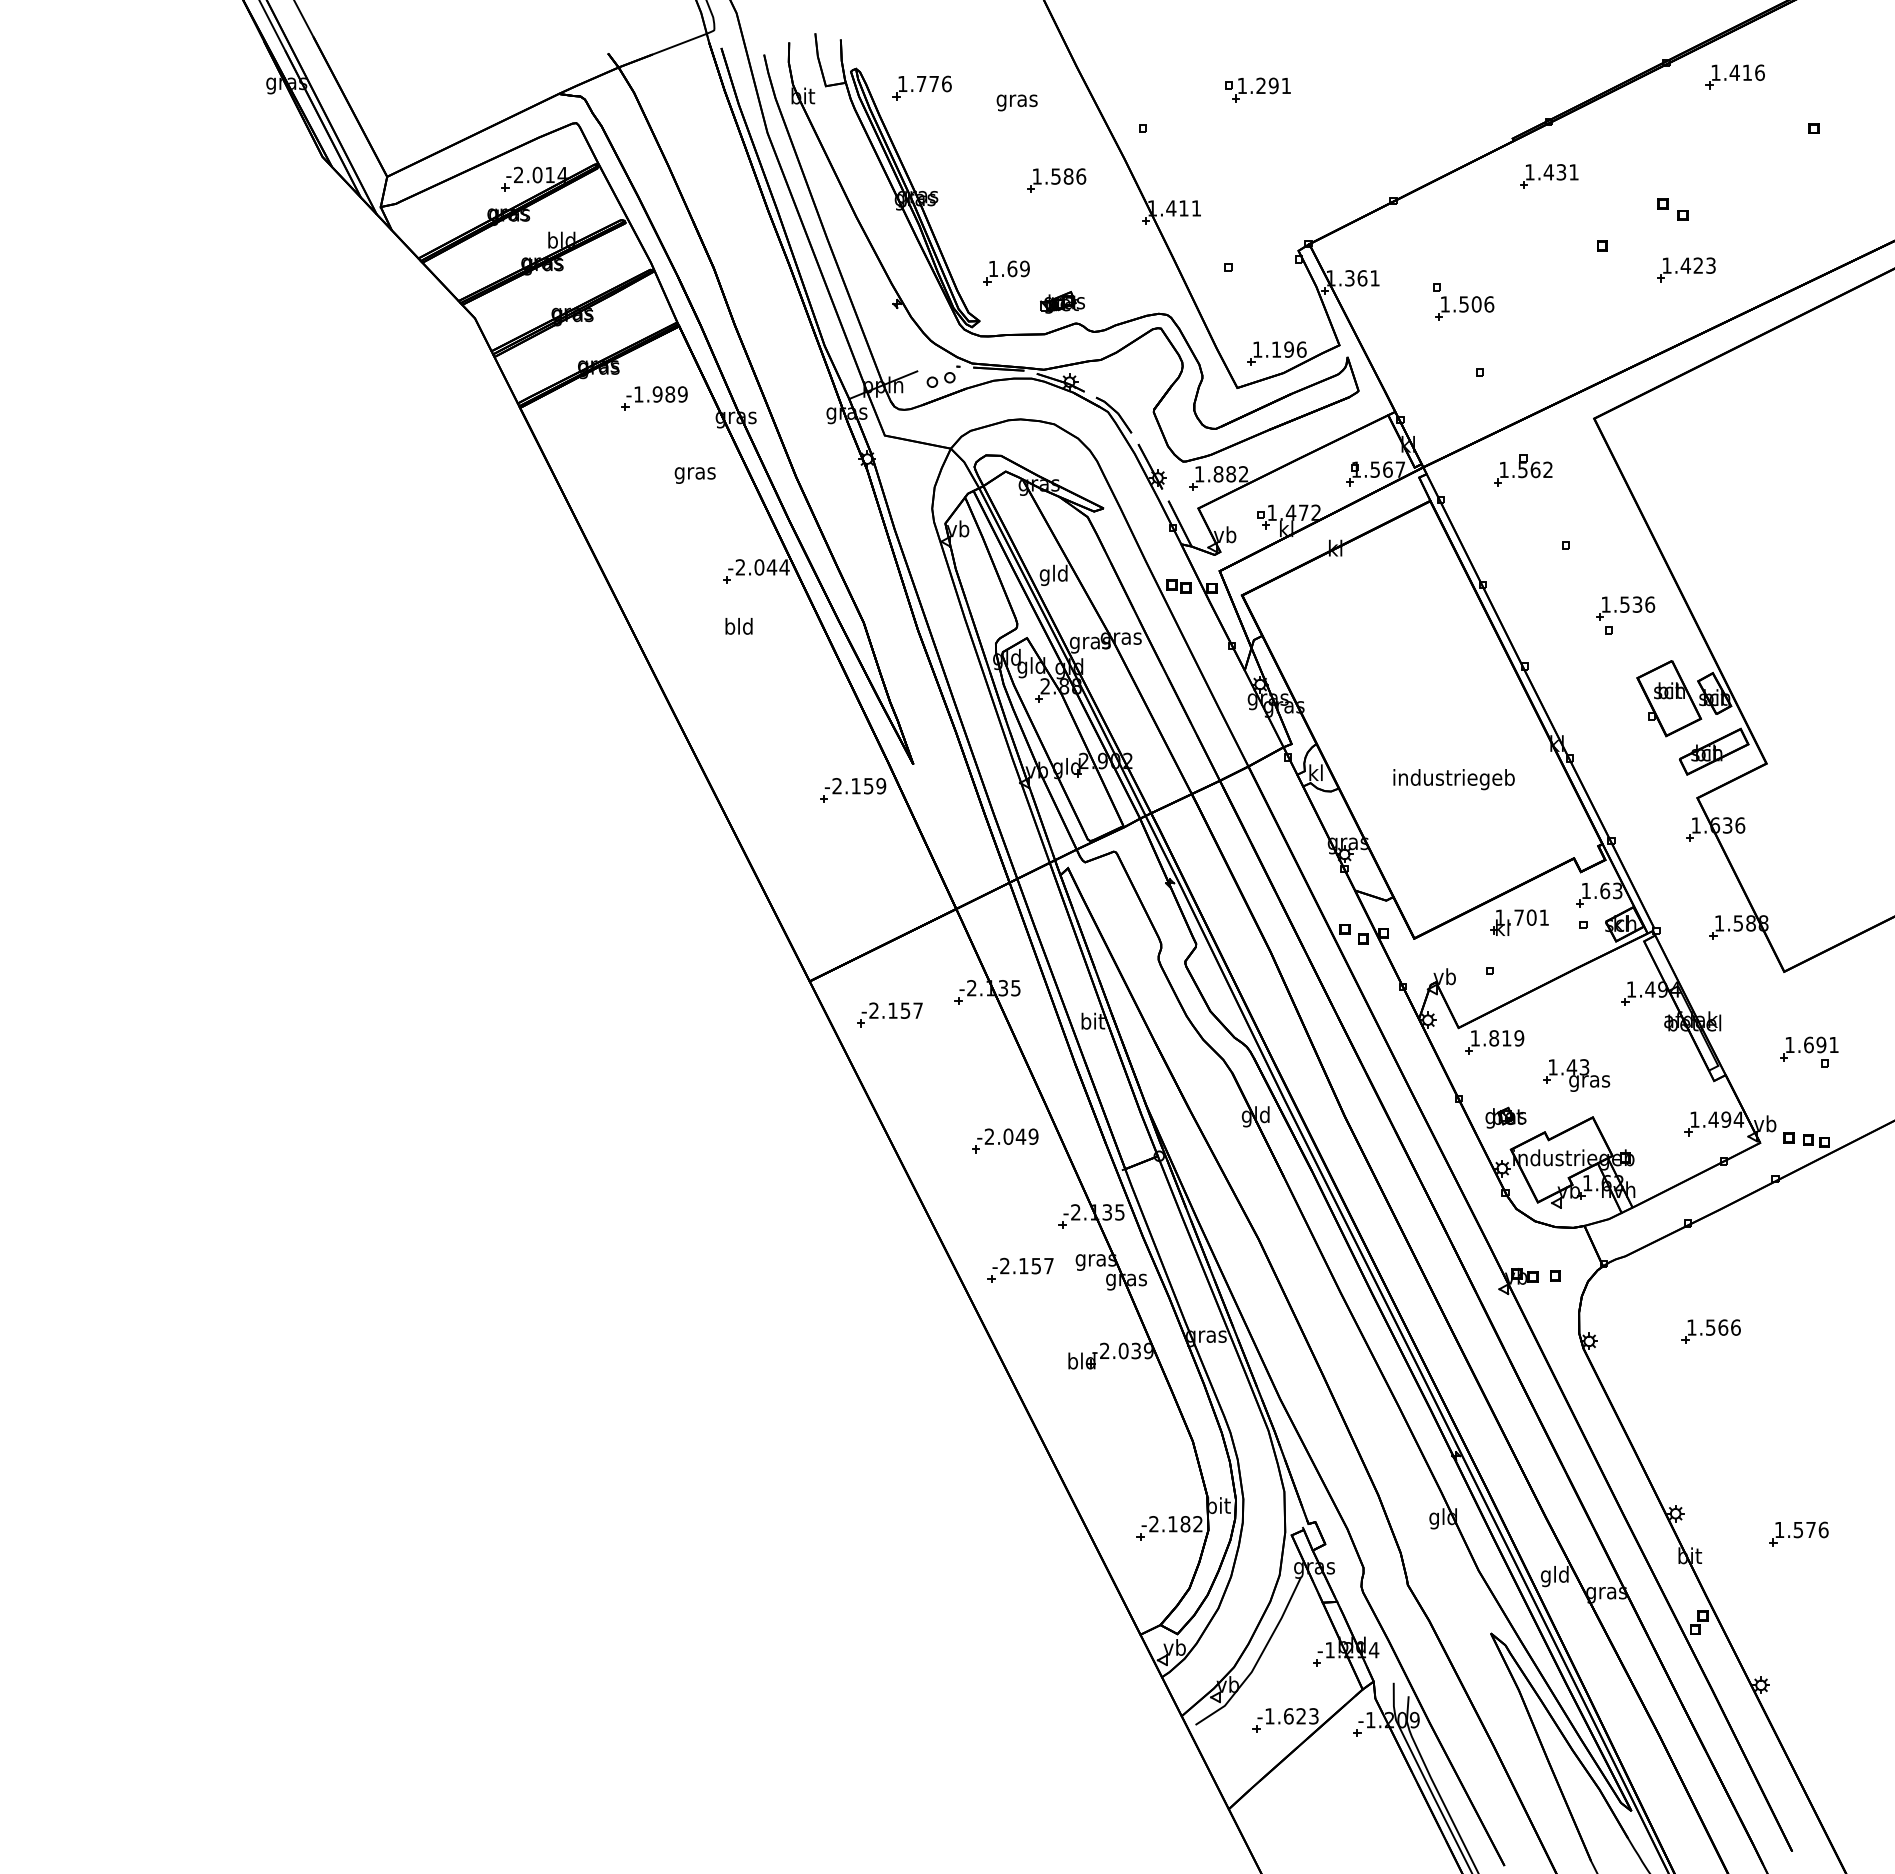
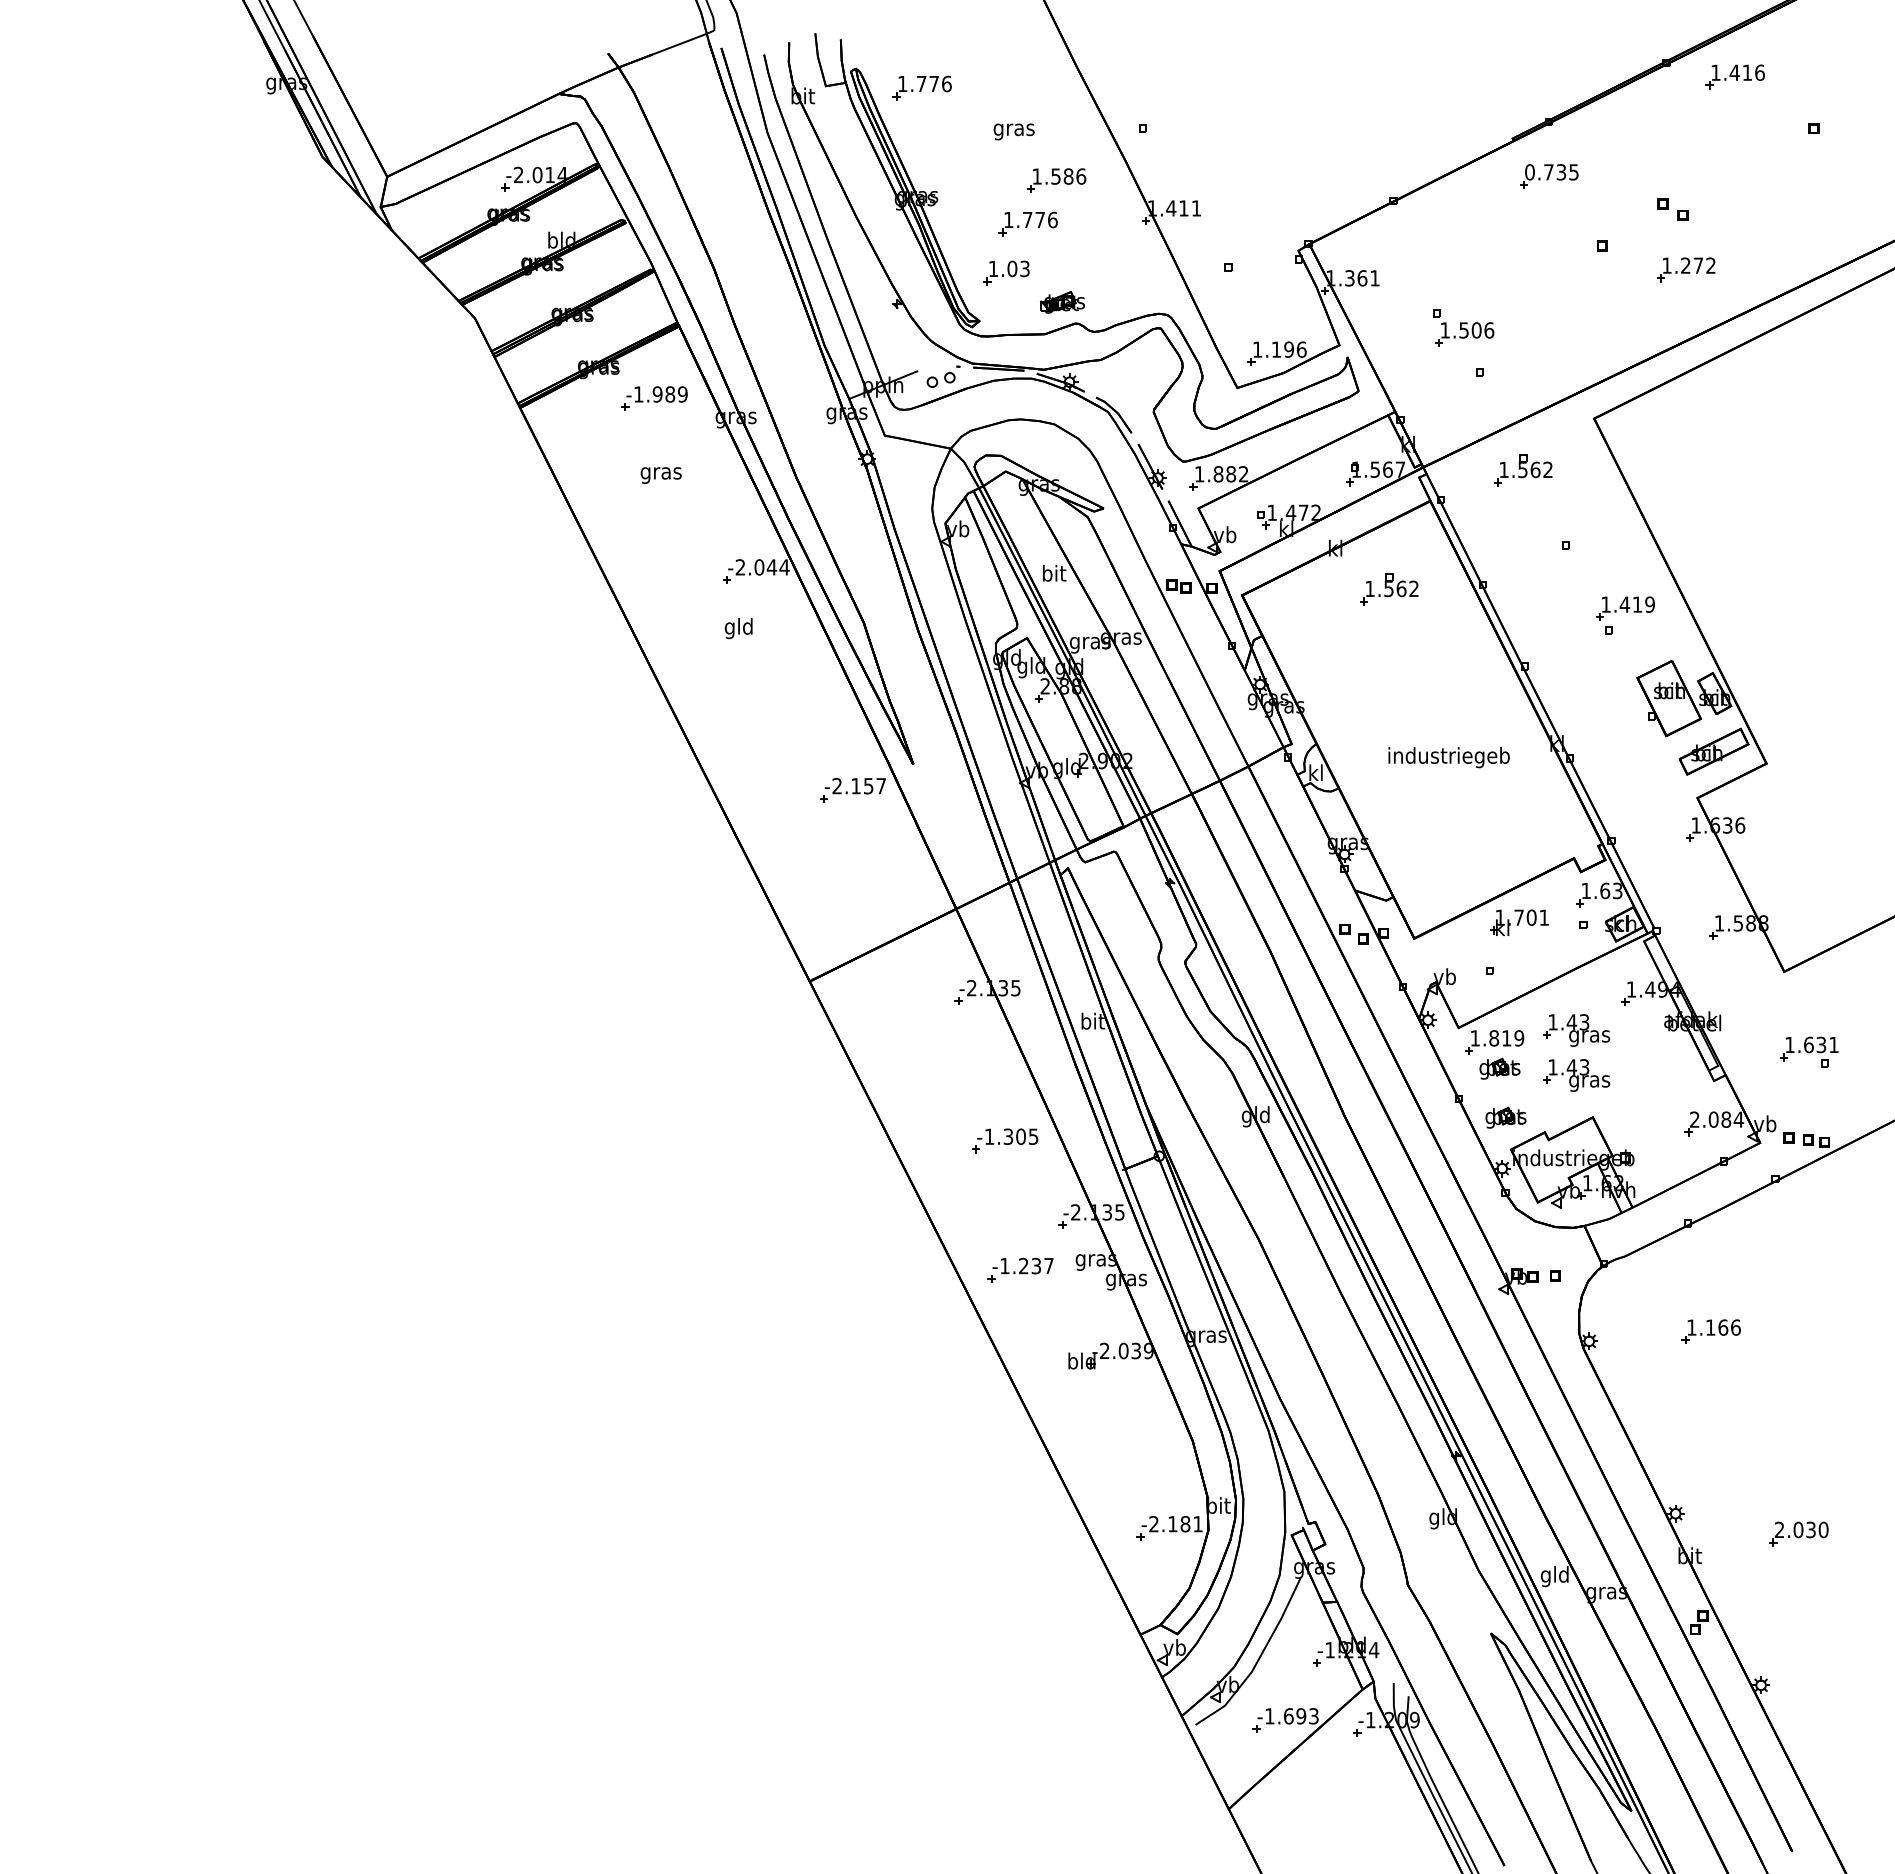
part at (1257, 89): present -> none
text at (1016, 102) position: (1016, 102) -> (1013, 131)
text at (1551, 172): 1.431 -> 0.735
part at (1027, 223): none -> present
text at (1697, 265): 1.423 -> 1.272
text at (1018, 268): 1.69 -> 1.03
part at (1463, 301) position: (1463, 301) -> (1463, 327)
text at (694, 475) position: (694, 475) -> (660, 475)
text at (1053, 575): gld -> bit
part at (1389, 589): none -> present
text at (1637, 604): 1.536 -> 1.419
text at (729, 628): bld -> gld
text at (1453, 779) position: (1453, 779) -> (1448, 757)
text at (881, 786): -2.159 -> -2.157
part at (889, 1014): present -> none
part at (1576, 1030): none -> present
text at (1821, 1044): 1.691 -> 1.631
part at (1499, 1068): none -> present
text at (1710, 1119): 1.494 -> 2.084
text at (1011, 1136): -2.049 -> -1.305
text at (1020, 1265): -2.157 -> -1.237
text at (1710, 1327): 1.566 -> 1.166
text at (1197, 1524): -2.182 -> -2.181
text at (1801, 1529): 1.576 -> 2.030
text at (1301, 1716): -1.623 -> -1.693
